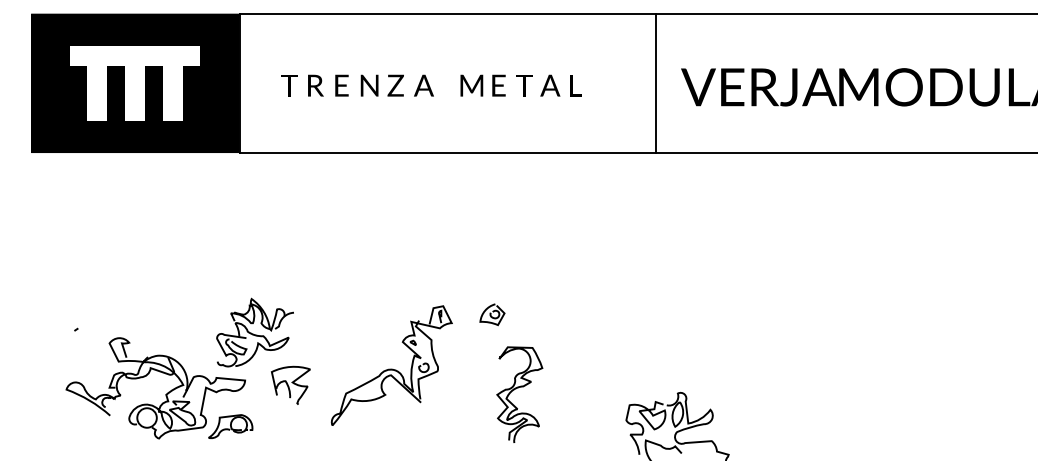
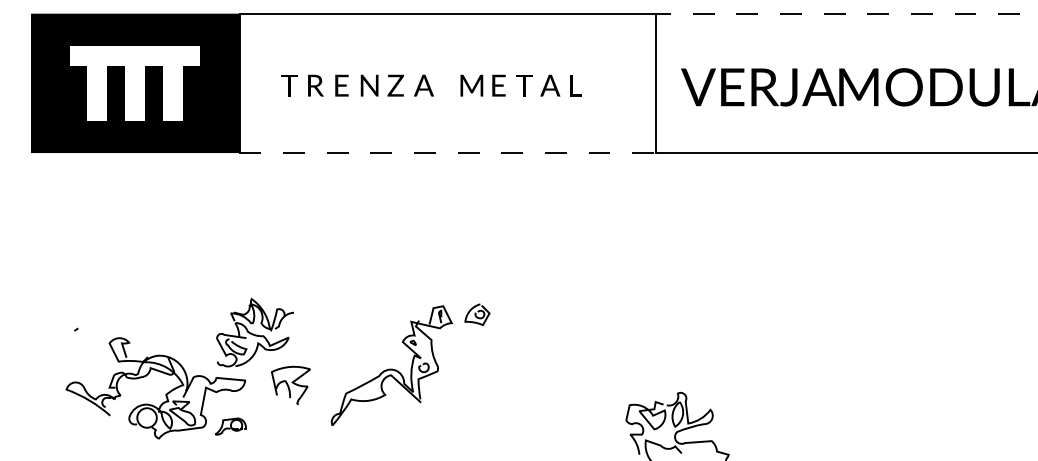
line at (846, 13): solid -> dashed
line at (448, 152): solid -> dashed
part at (492, 314) position: (492, 314) -> (477, 314)
part at (519, 394): present -> none
part at (230, 426) size: 46x25 px -> 32x19 px
